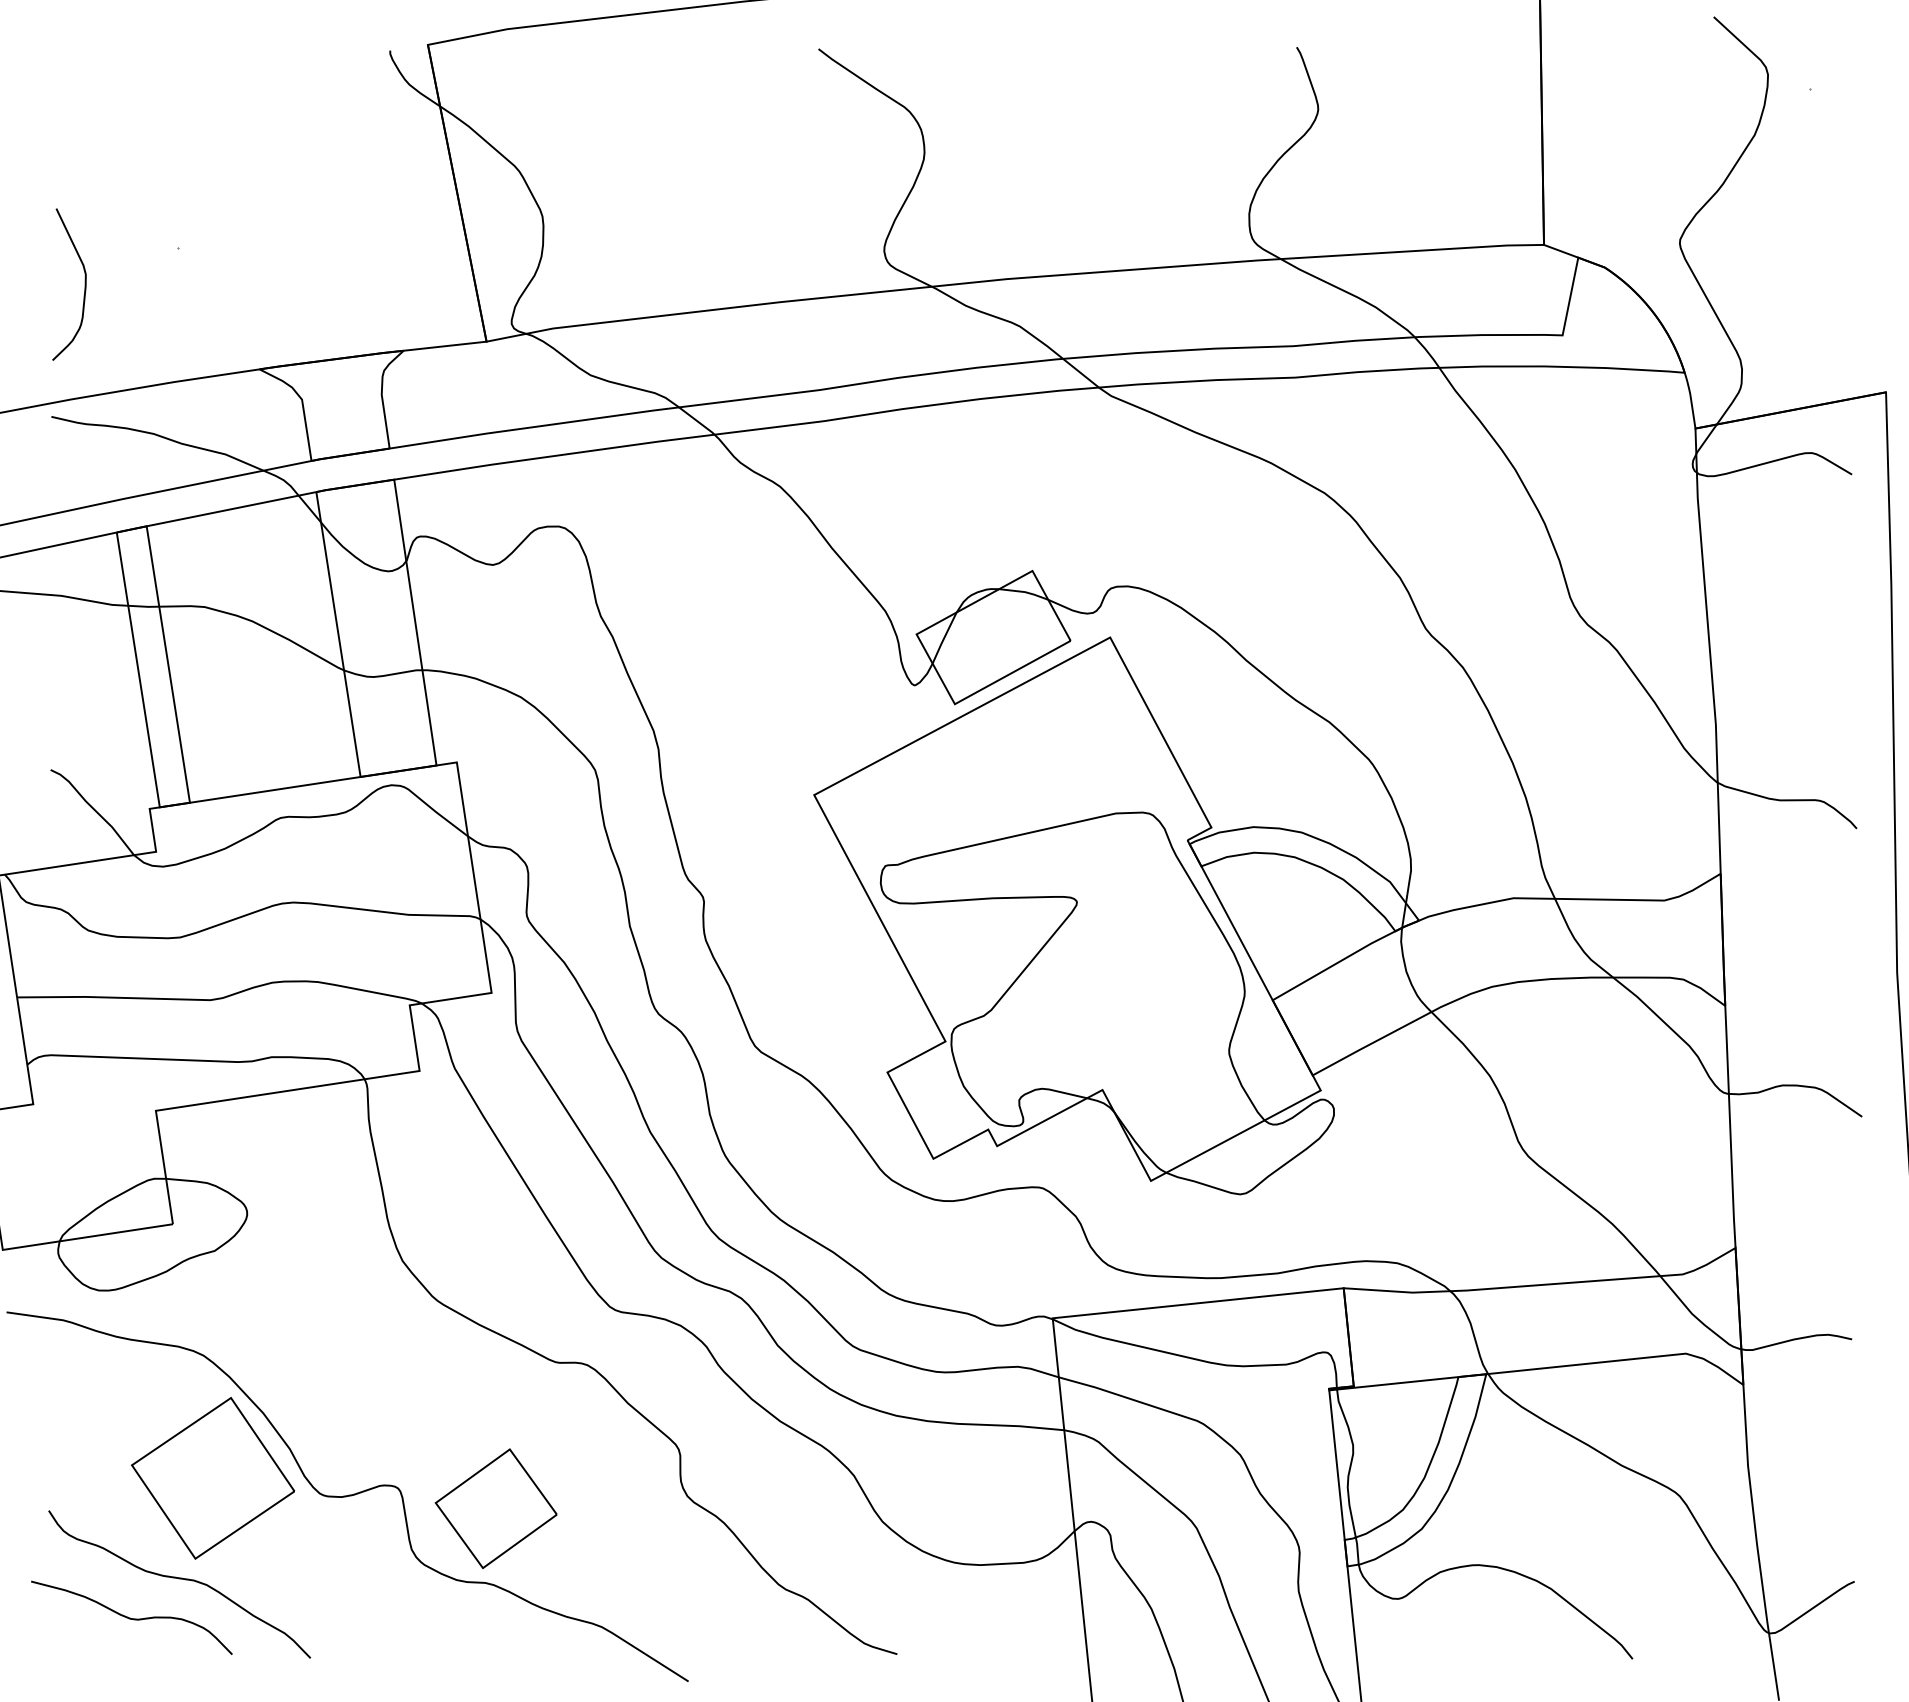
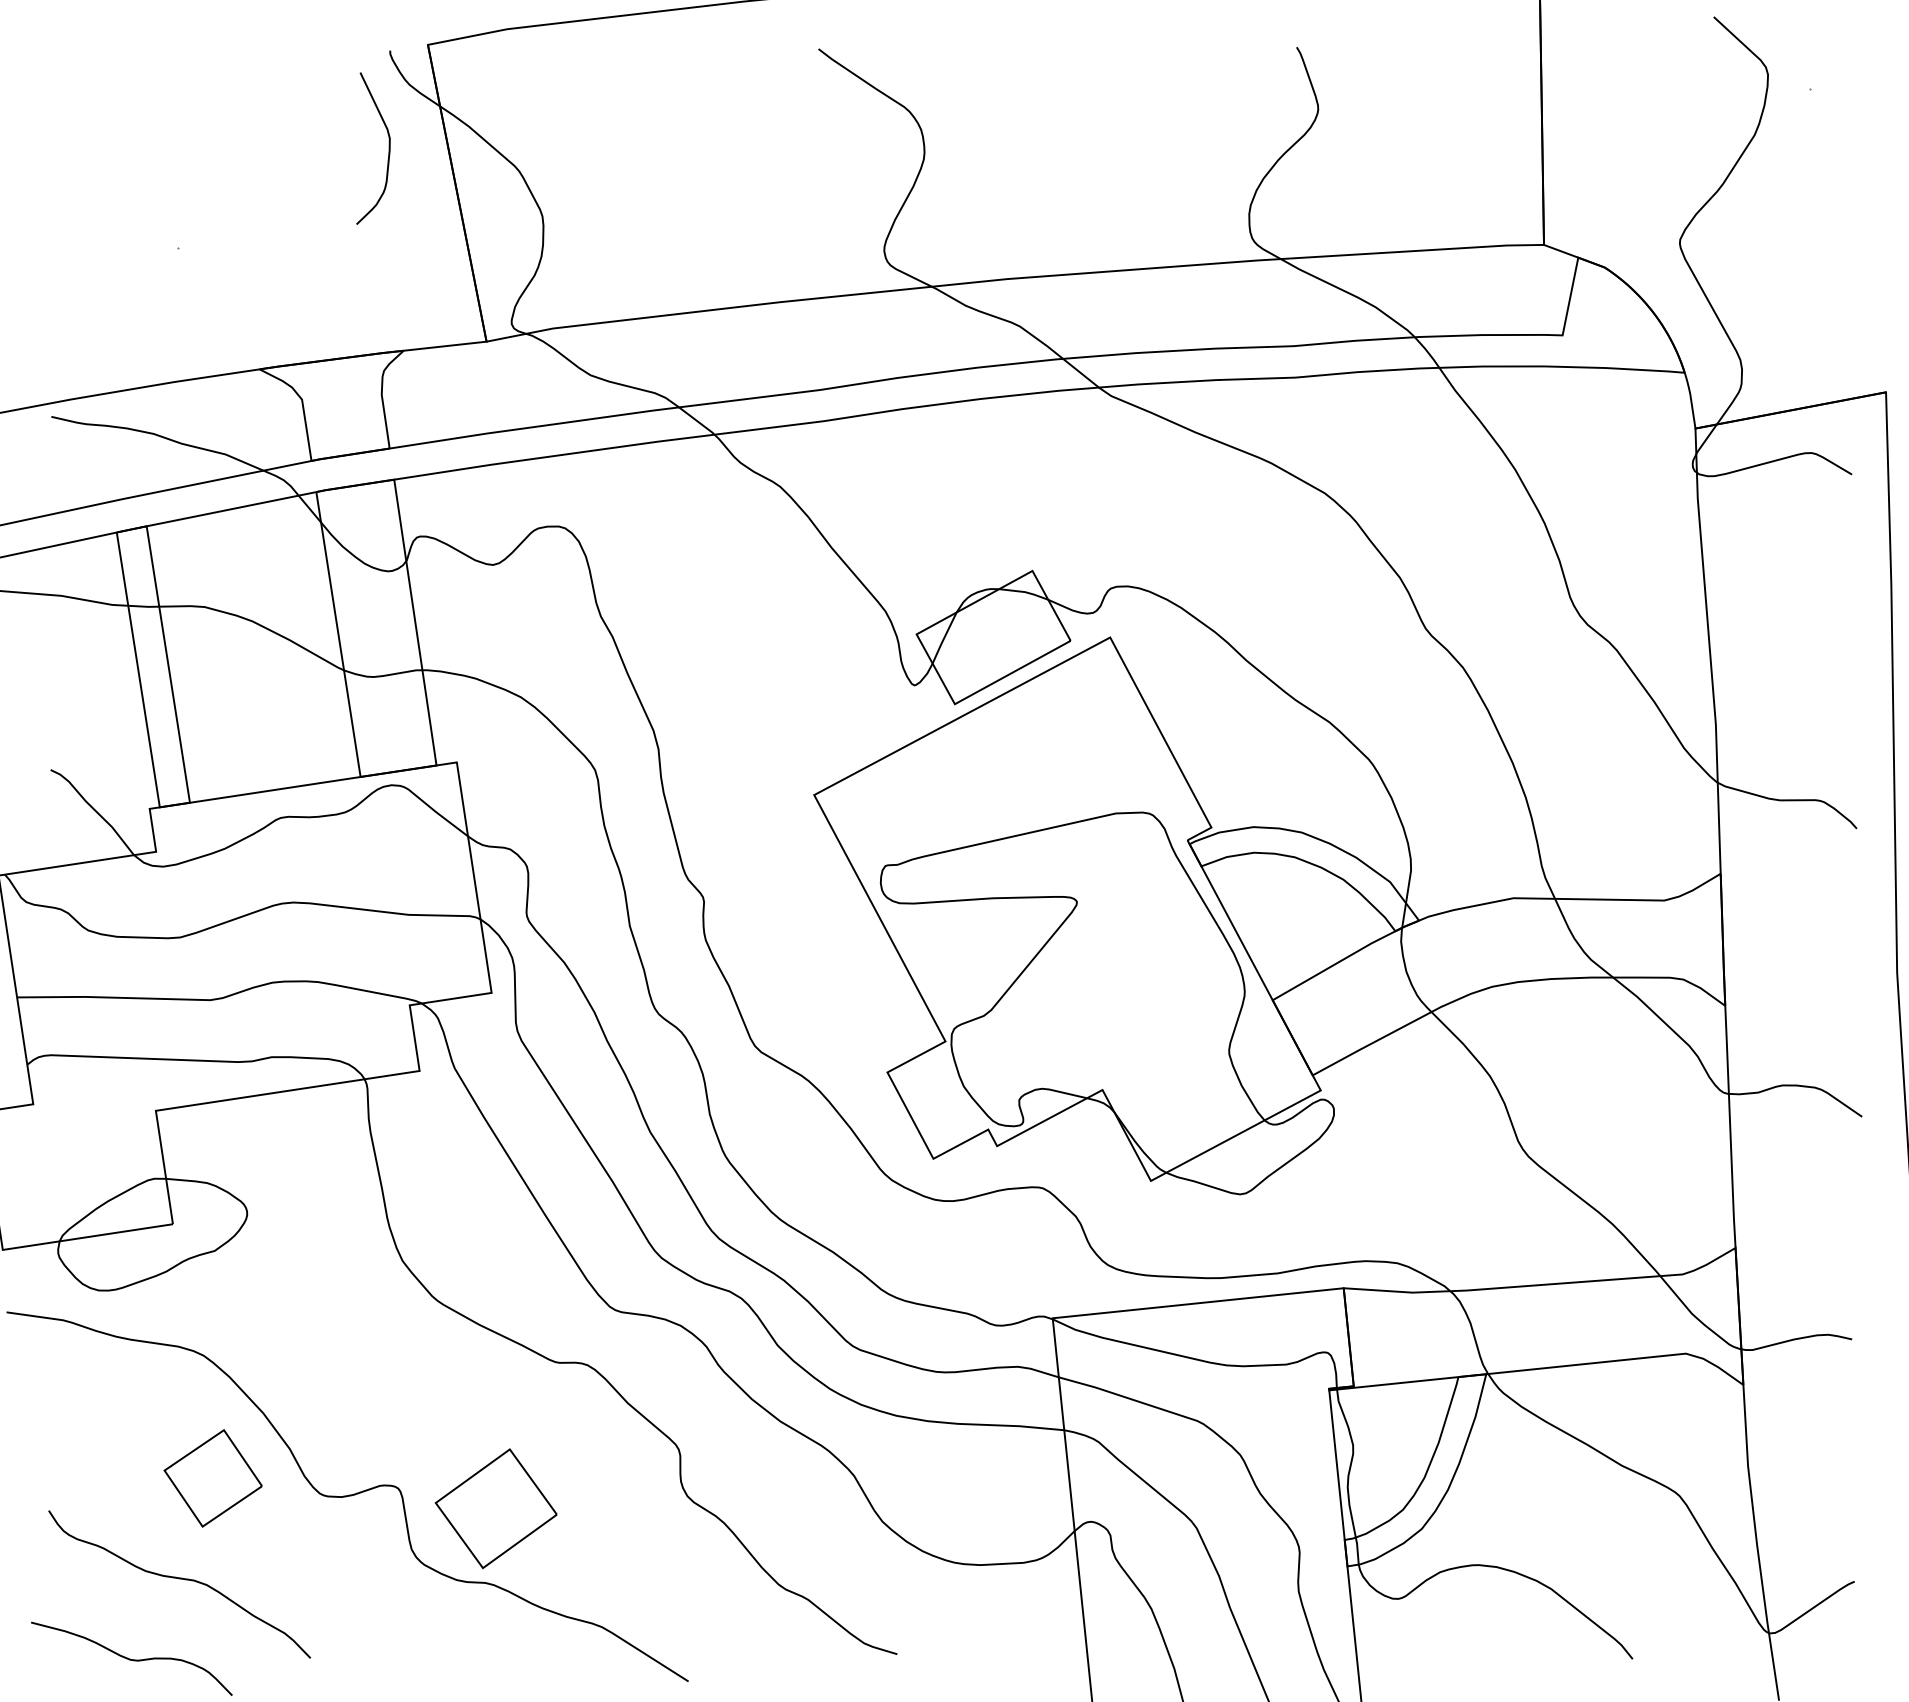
curve at (84, 284) position: (84, 284) -> (388, 148)
part at (213, 1478) size: 165x163 px -> 100x99 px
curve at (130, 1617) position: (130, 1617) -> (130, 1658)
